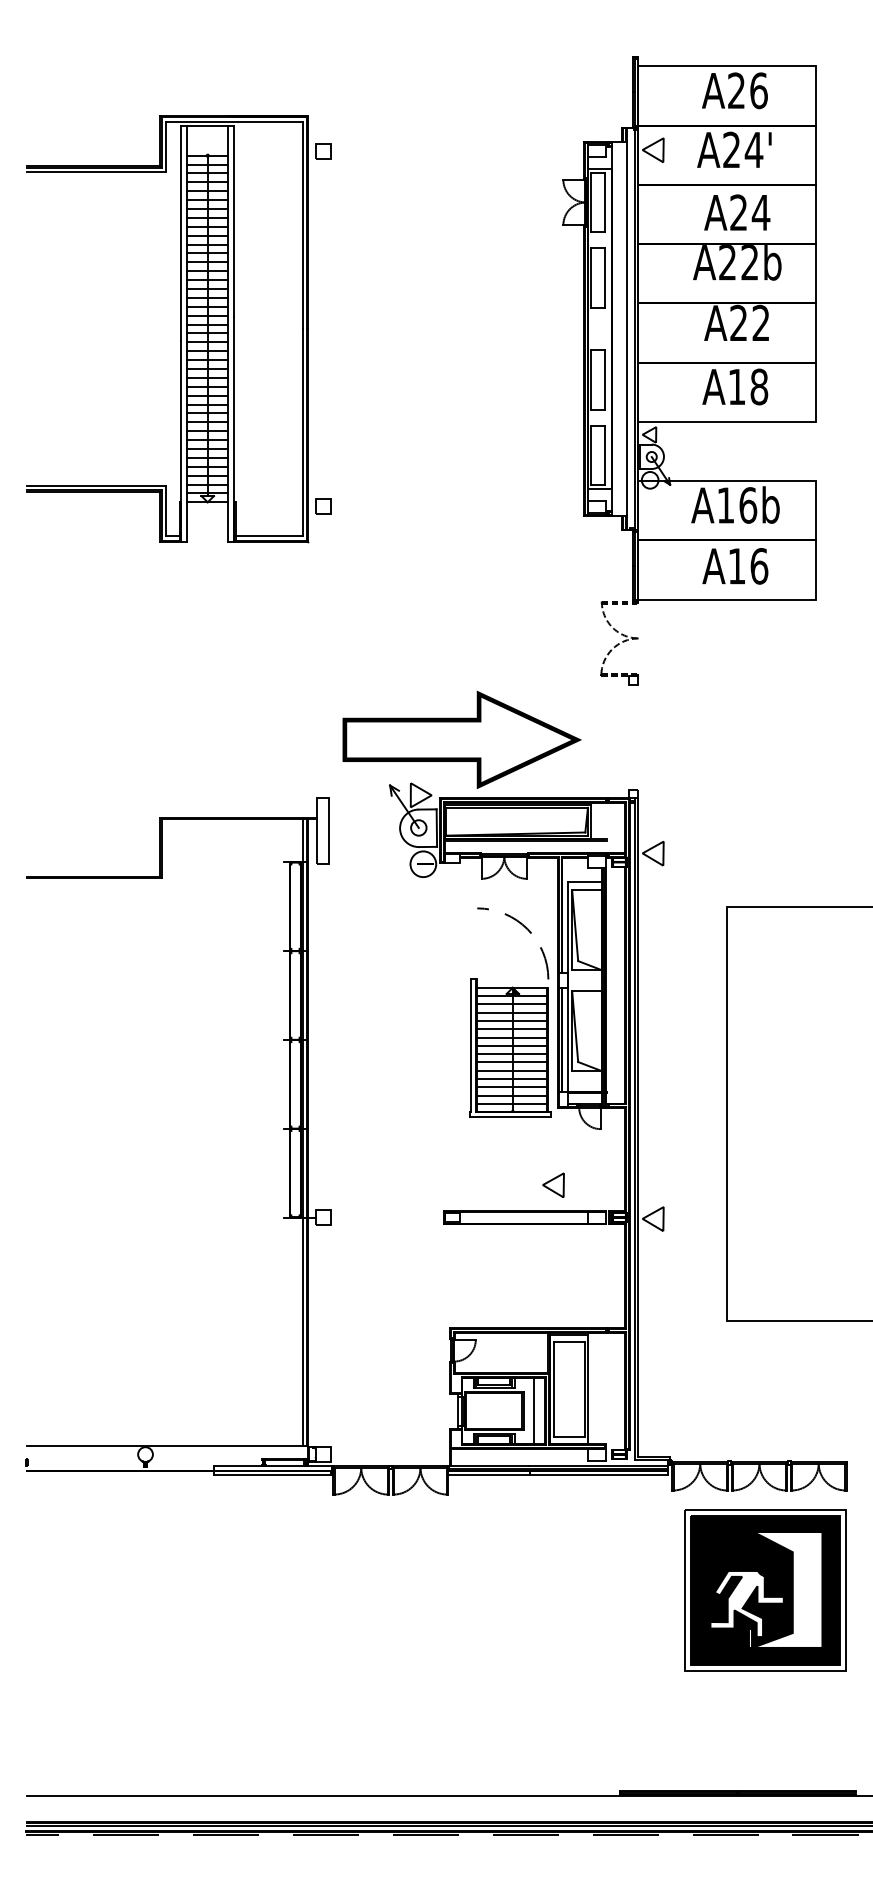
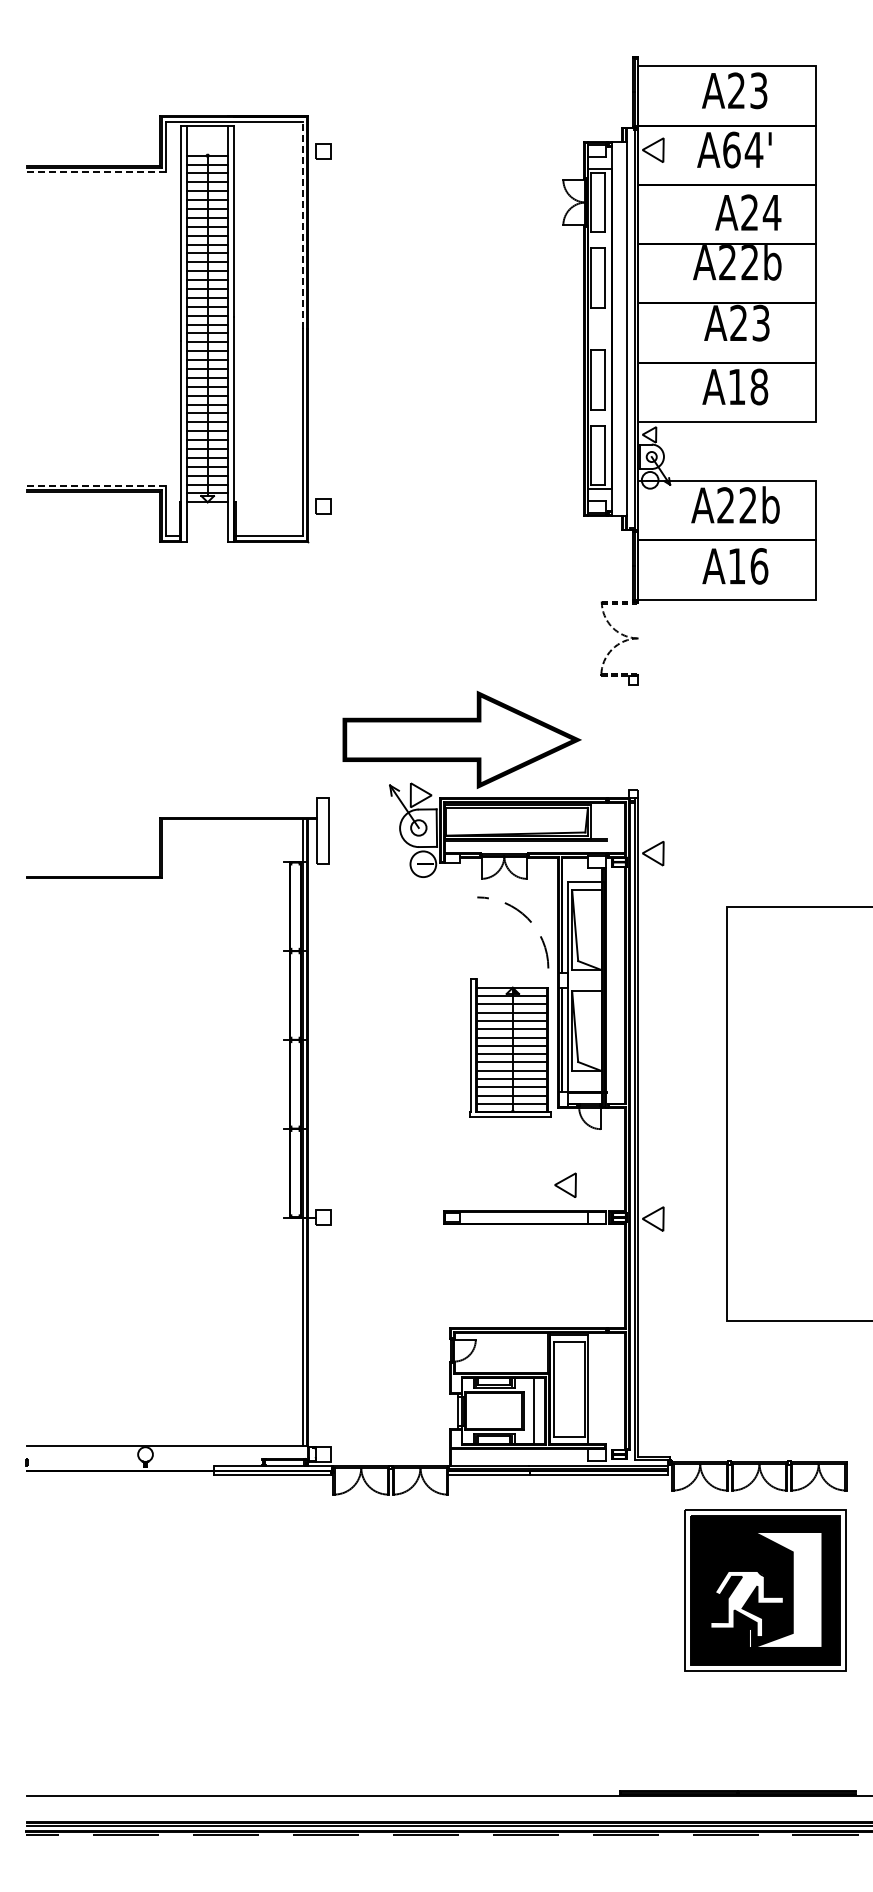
text at (758, 90): A26 -> A23
text at (731, 149): A24' -> A64'
line at (96, 172): solid -> dashed
text at (737, 212) position: (737, 212) -> (748, 212)
line at (302, 225): solid -> dashed
text at (760, 323): A22 -> A23
line at (96, 485): solid -> dashed
text at (737, 505): A16b -> A22b
arc at (526, 929) position: (526, 929) -> (526, 918)
part at (553, 1184) position: (553, 1184) -> (565, 1184)
